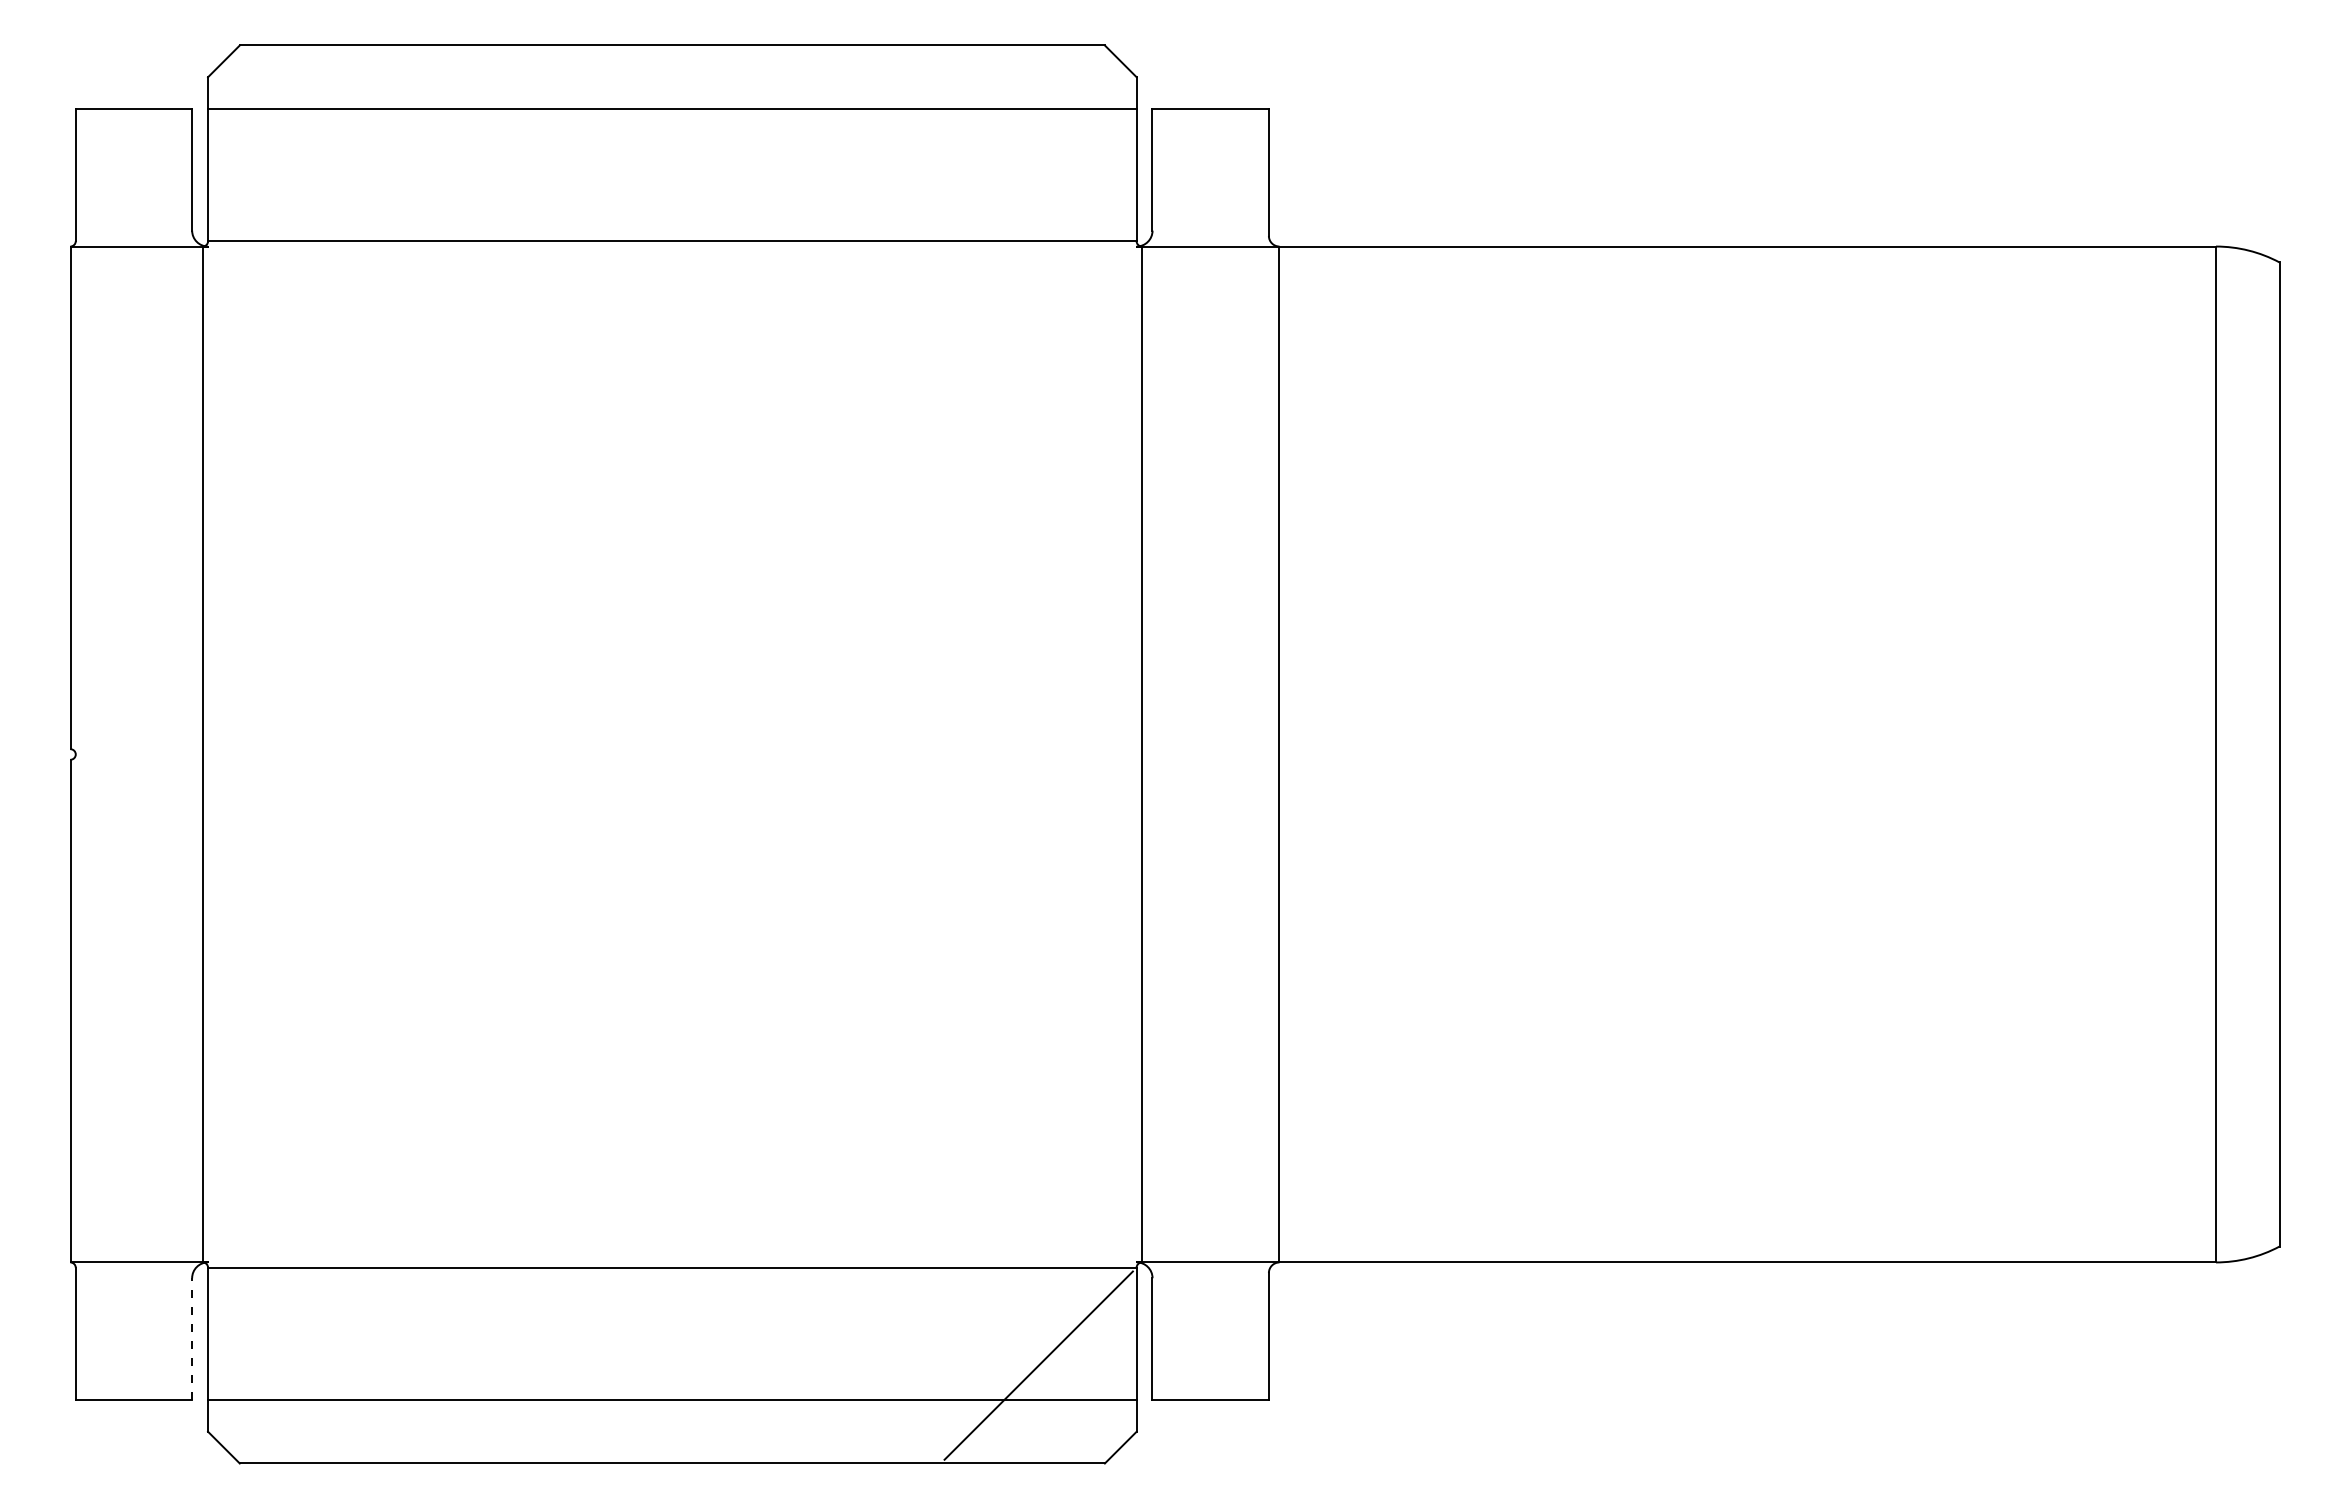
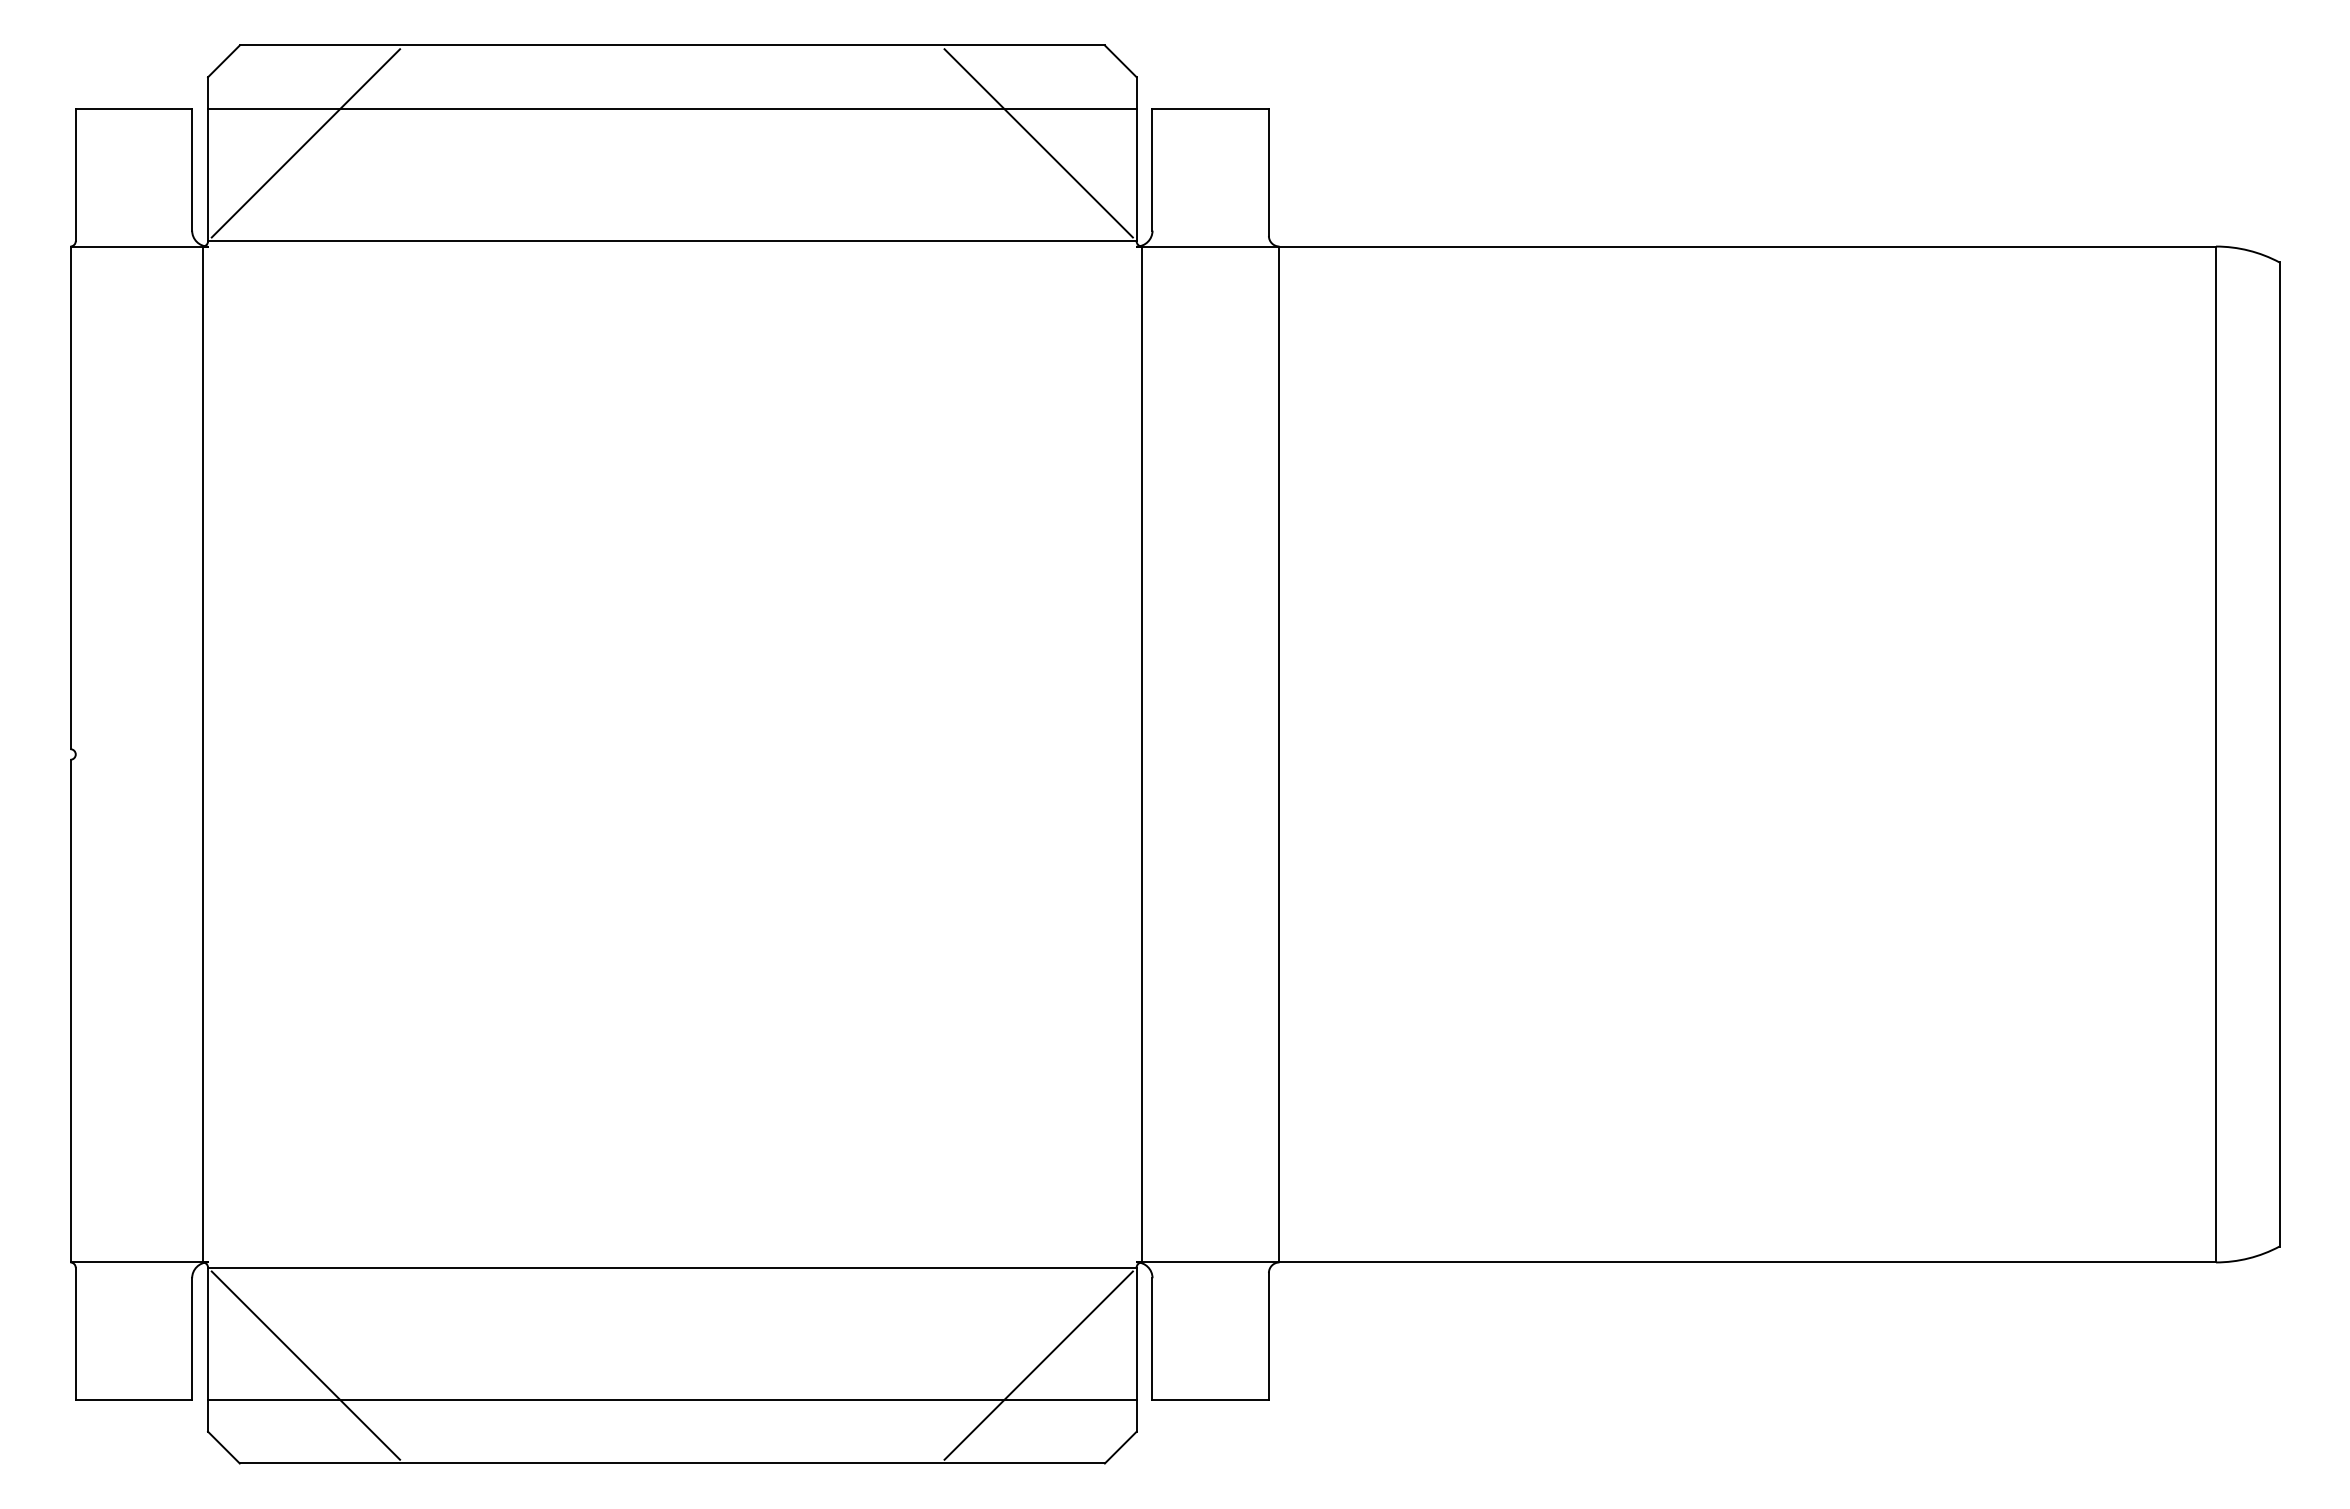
line at (305, 143): none -> present
line at (1038, 143): none -> present
line at (192, 1339): dashed -> solid
line at (305, 1365): none -> present
